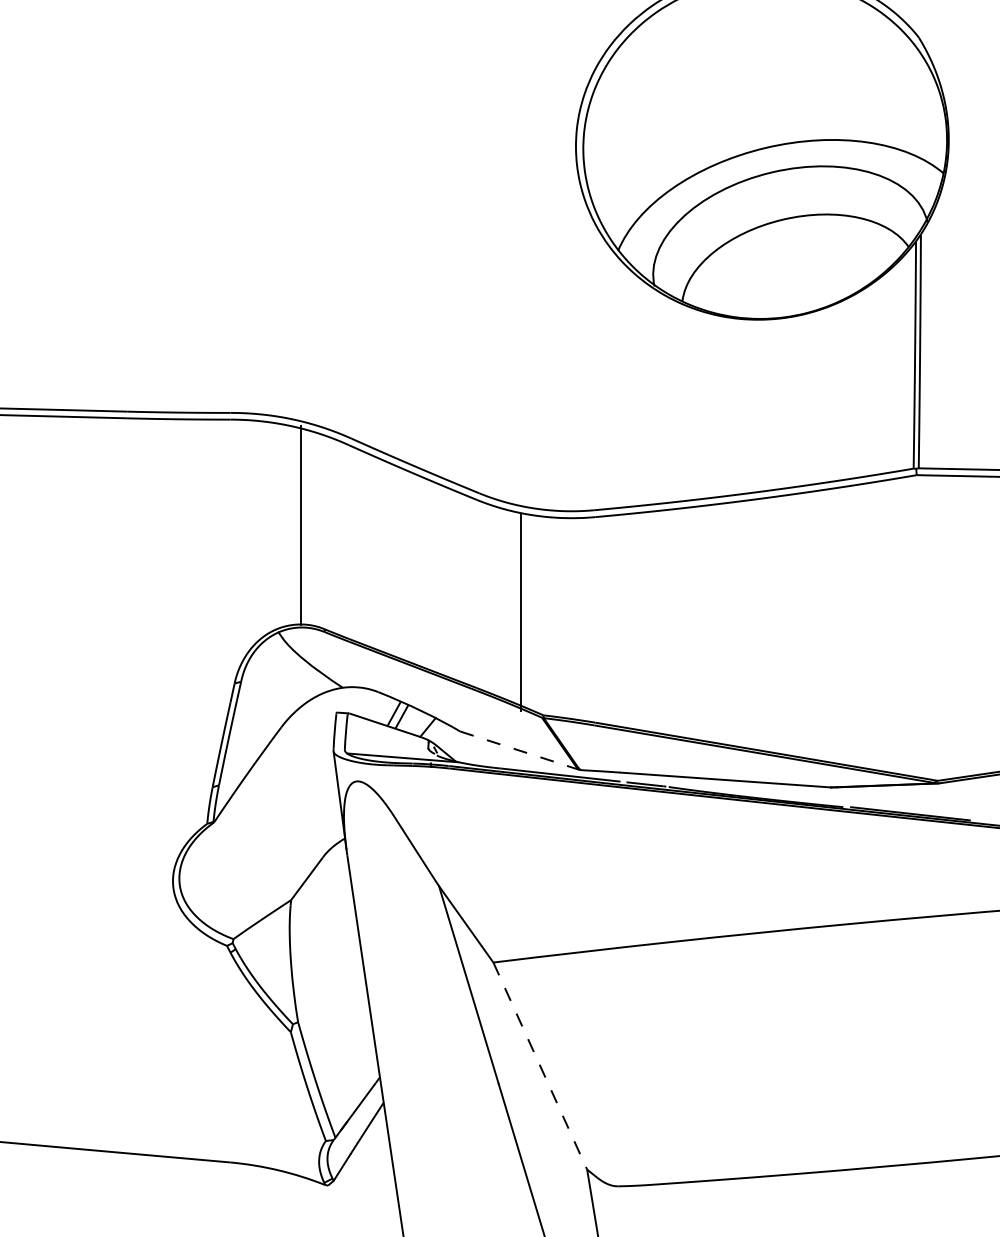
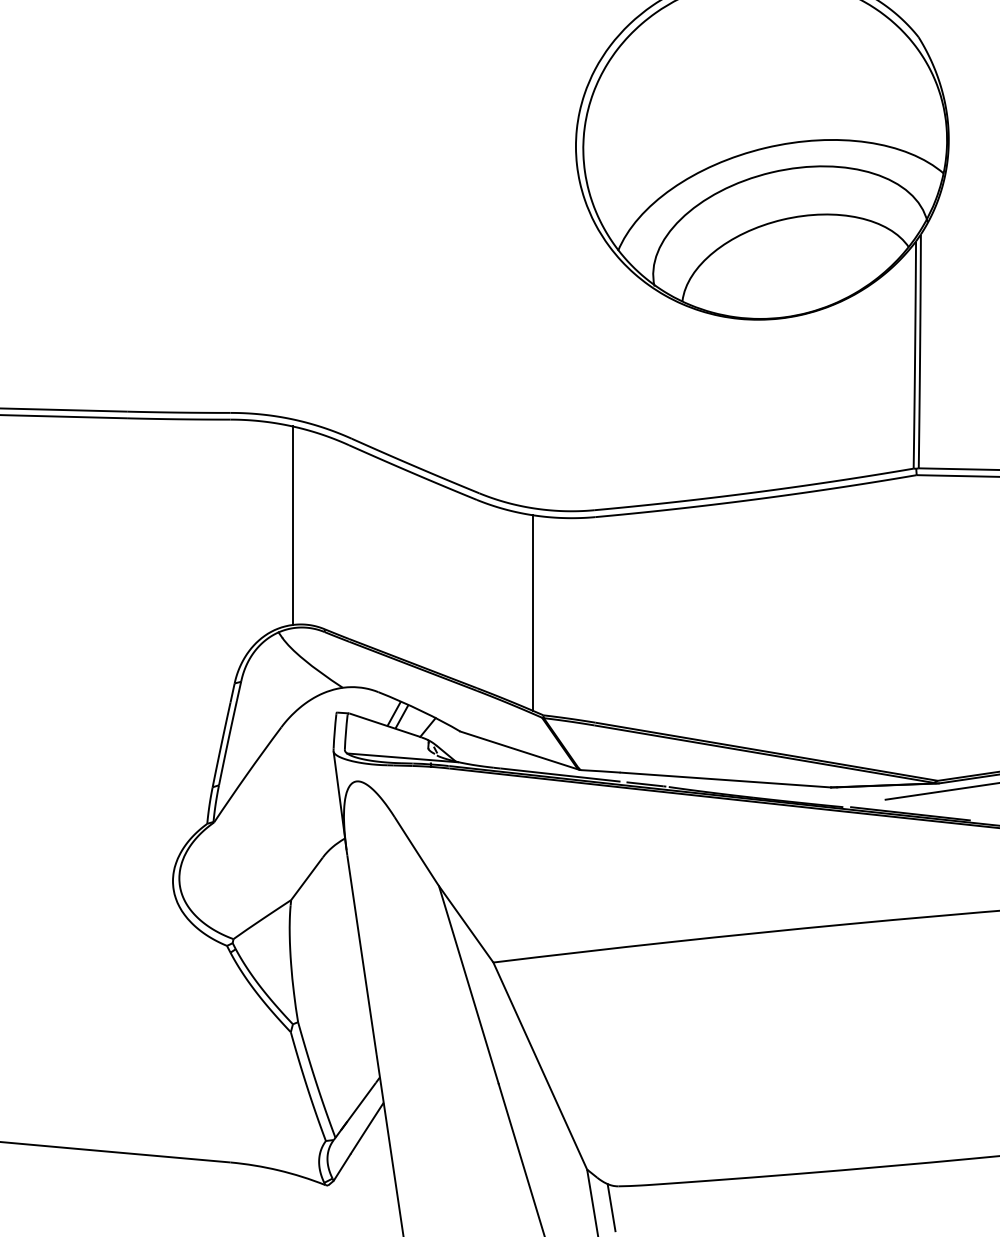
line at (300, 525) position: (300, 525) -> (292, 525)
line at (521, 612) position: (521, 612) -> (533, 612)
line at (519, 750): dashed -> solid
line at (940, 791): none -> present
line at (540, 1066): dashed -> solid
line at (611, 1207): none -> present
